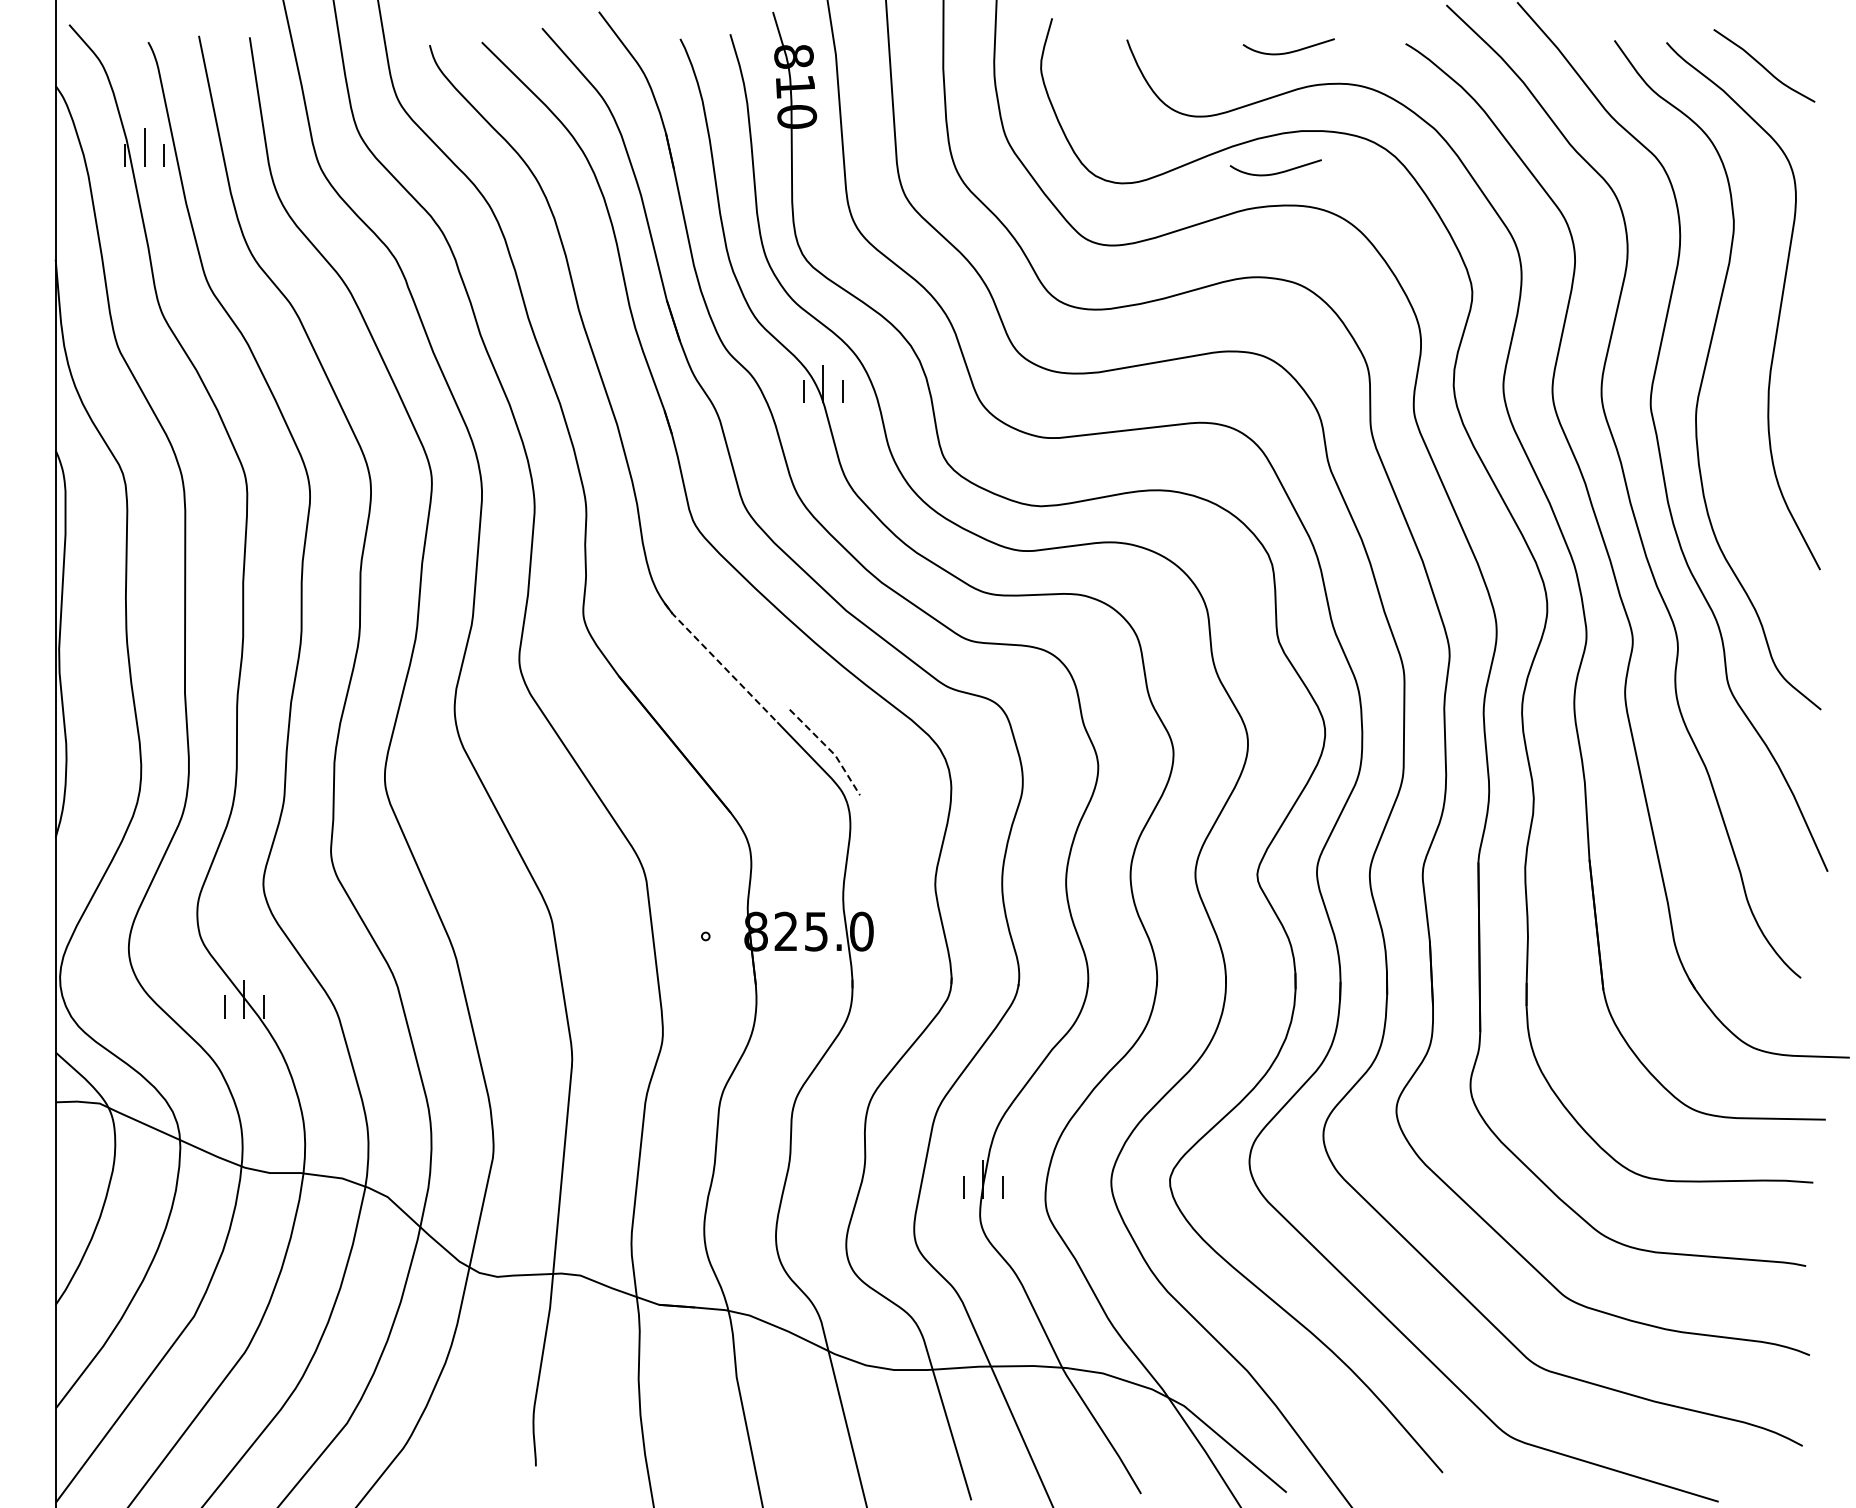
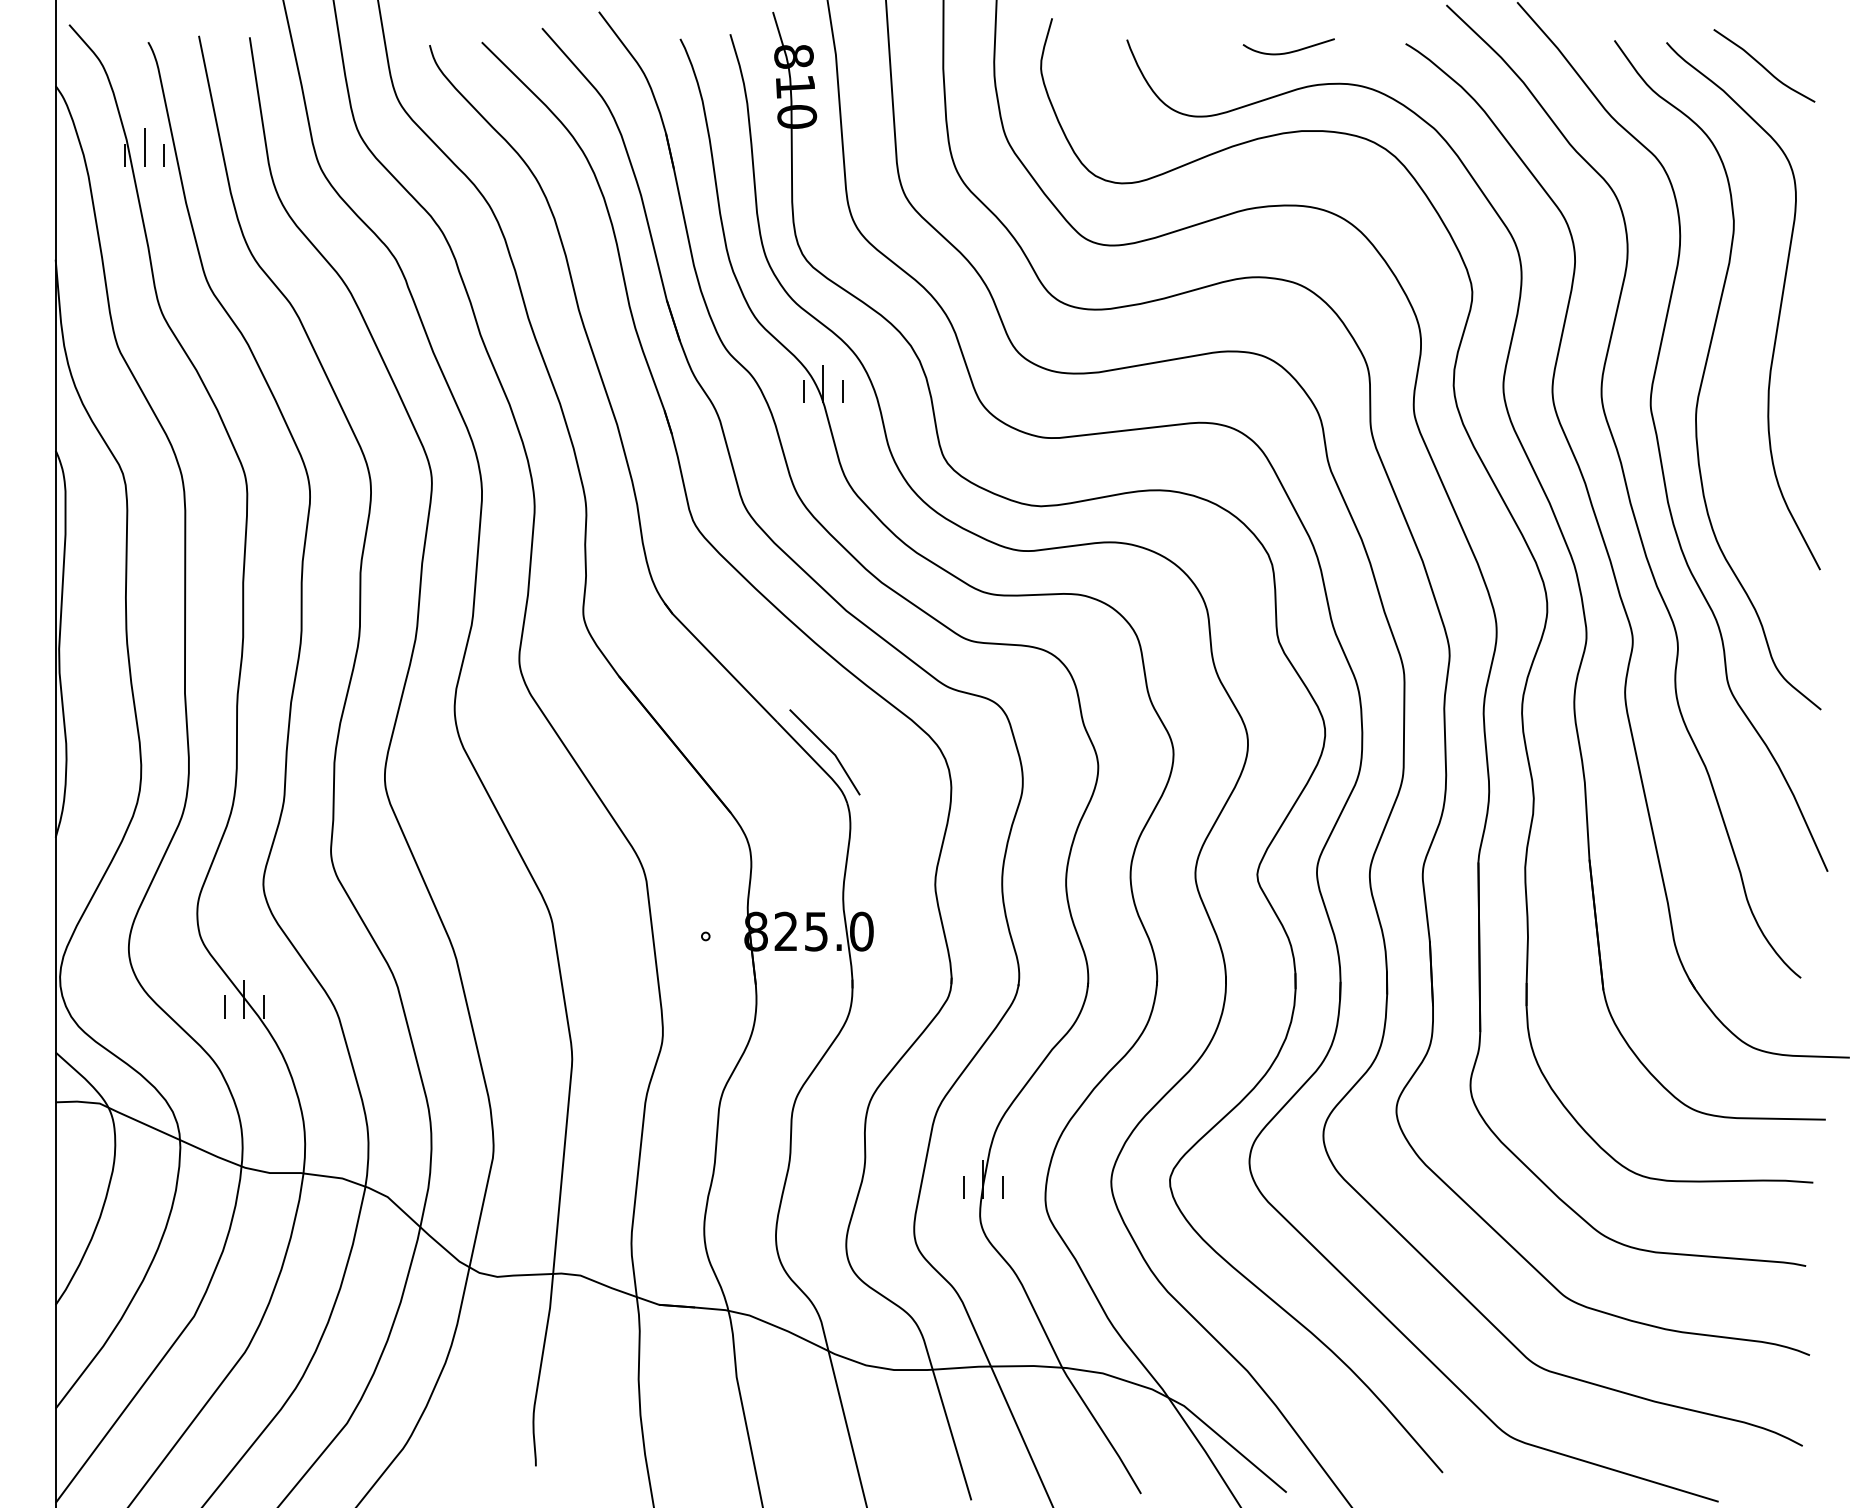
curve at (1276, 172): present -> none
line at (719, 662): dashed -> solid
line at (829, 749): dashed -> solid
